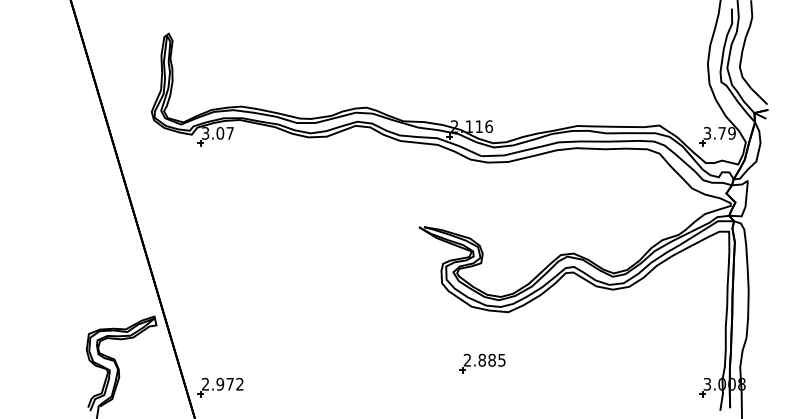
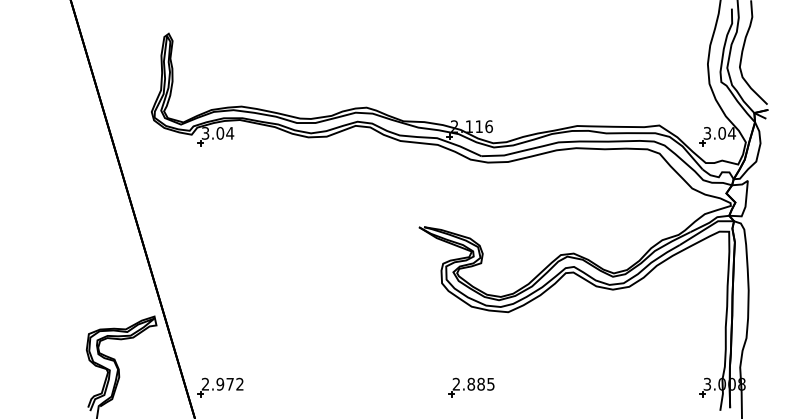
text at (230, 133): 3.07 -> 3.04
text at (726, 133): 3.79 -> 3.04
part at (482, 363) position: (482, 363) -> (471, 387)
